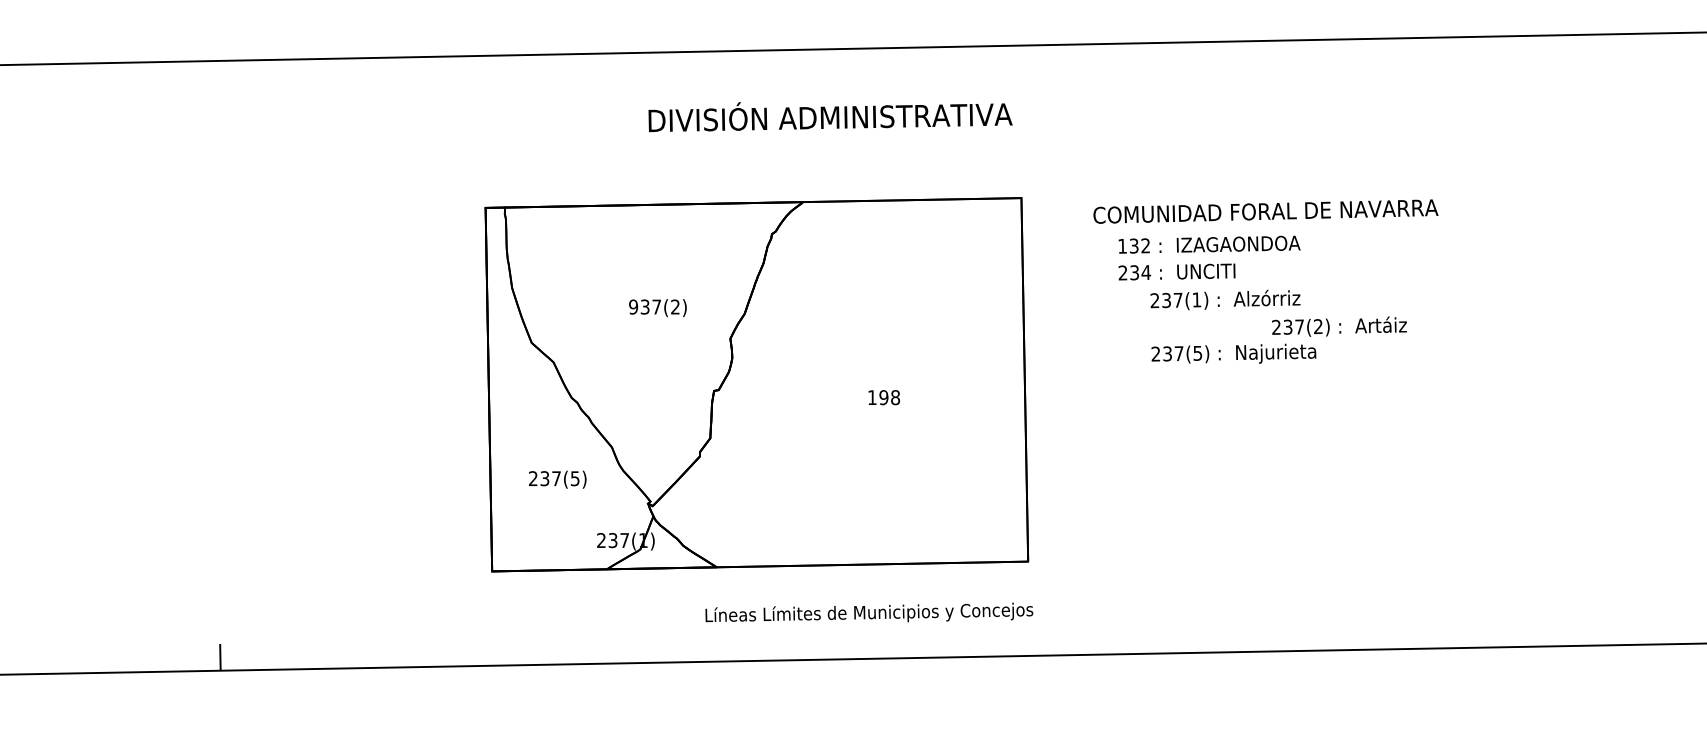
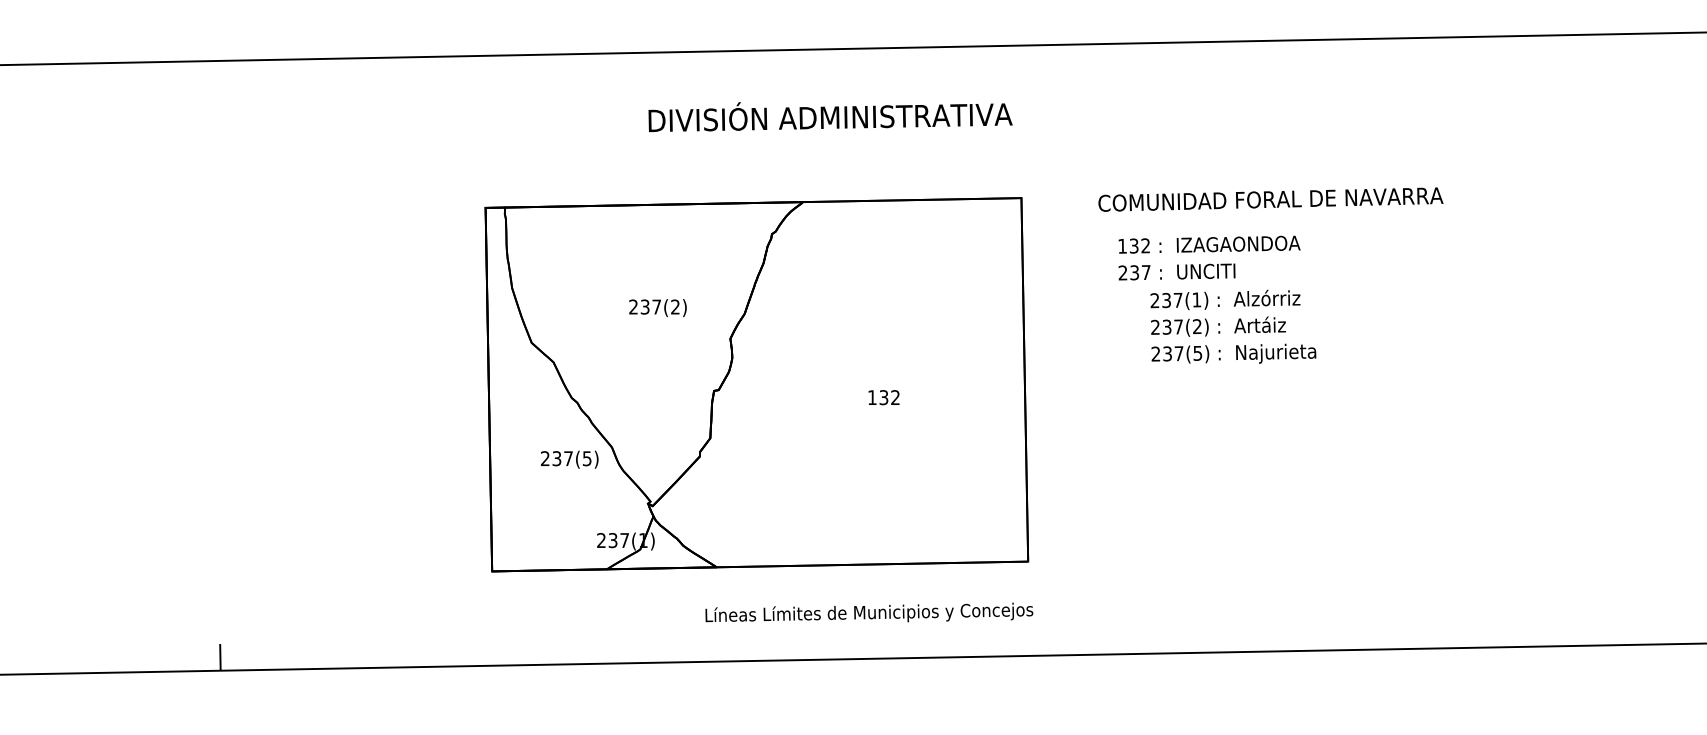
text at (1265, 211) position: (1265, 211) -> (1270, 199)
text at (1146, 272): 234 -> 237
text at (633, 306): 937(2) -> 237(2)
text at (1339, 326) position: (1339, 326) -> (1218, 326)
text at (889, 397): 198 -> 132
text at (557, 479) position: (557, 479) -> (569, 459)
